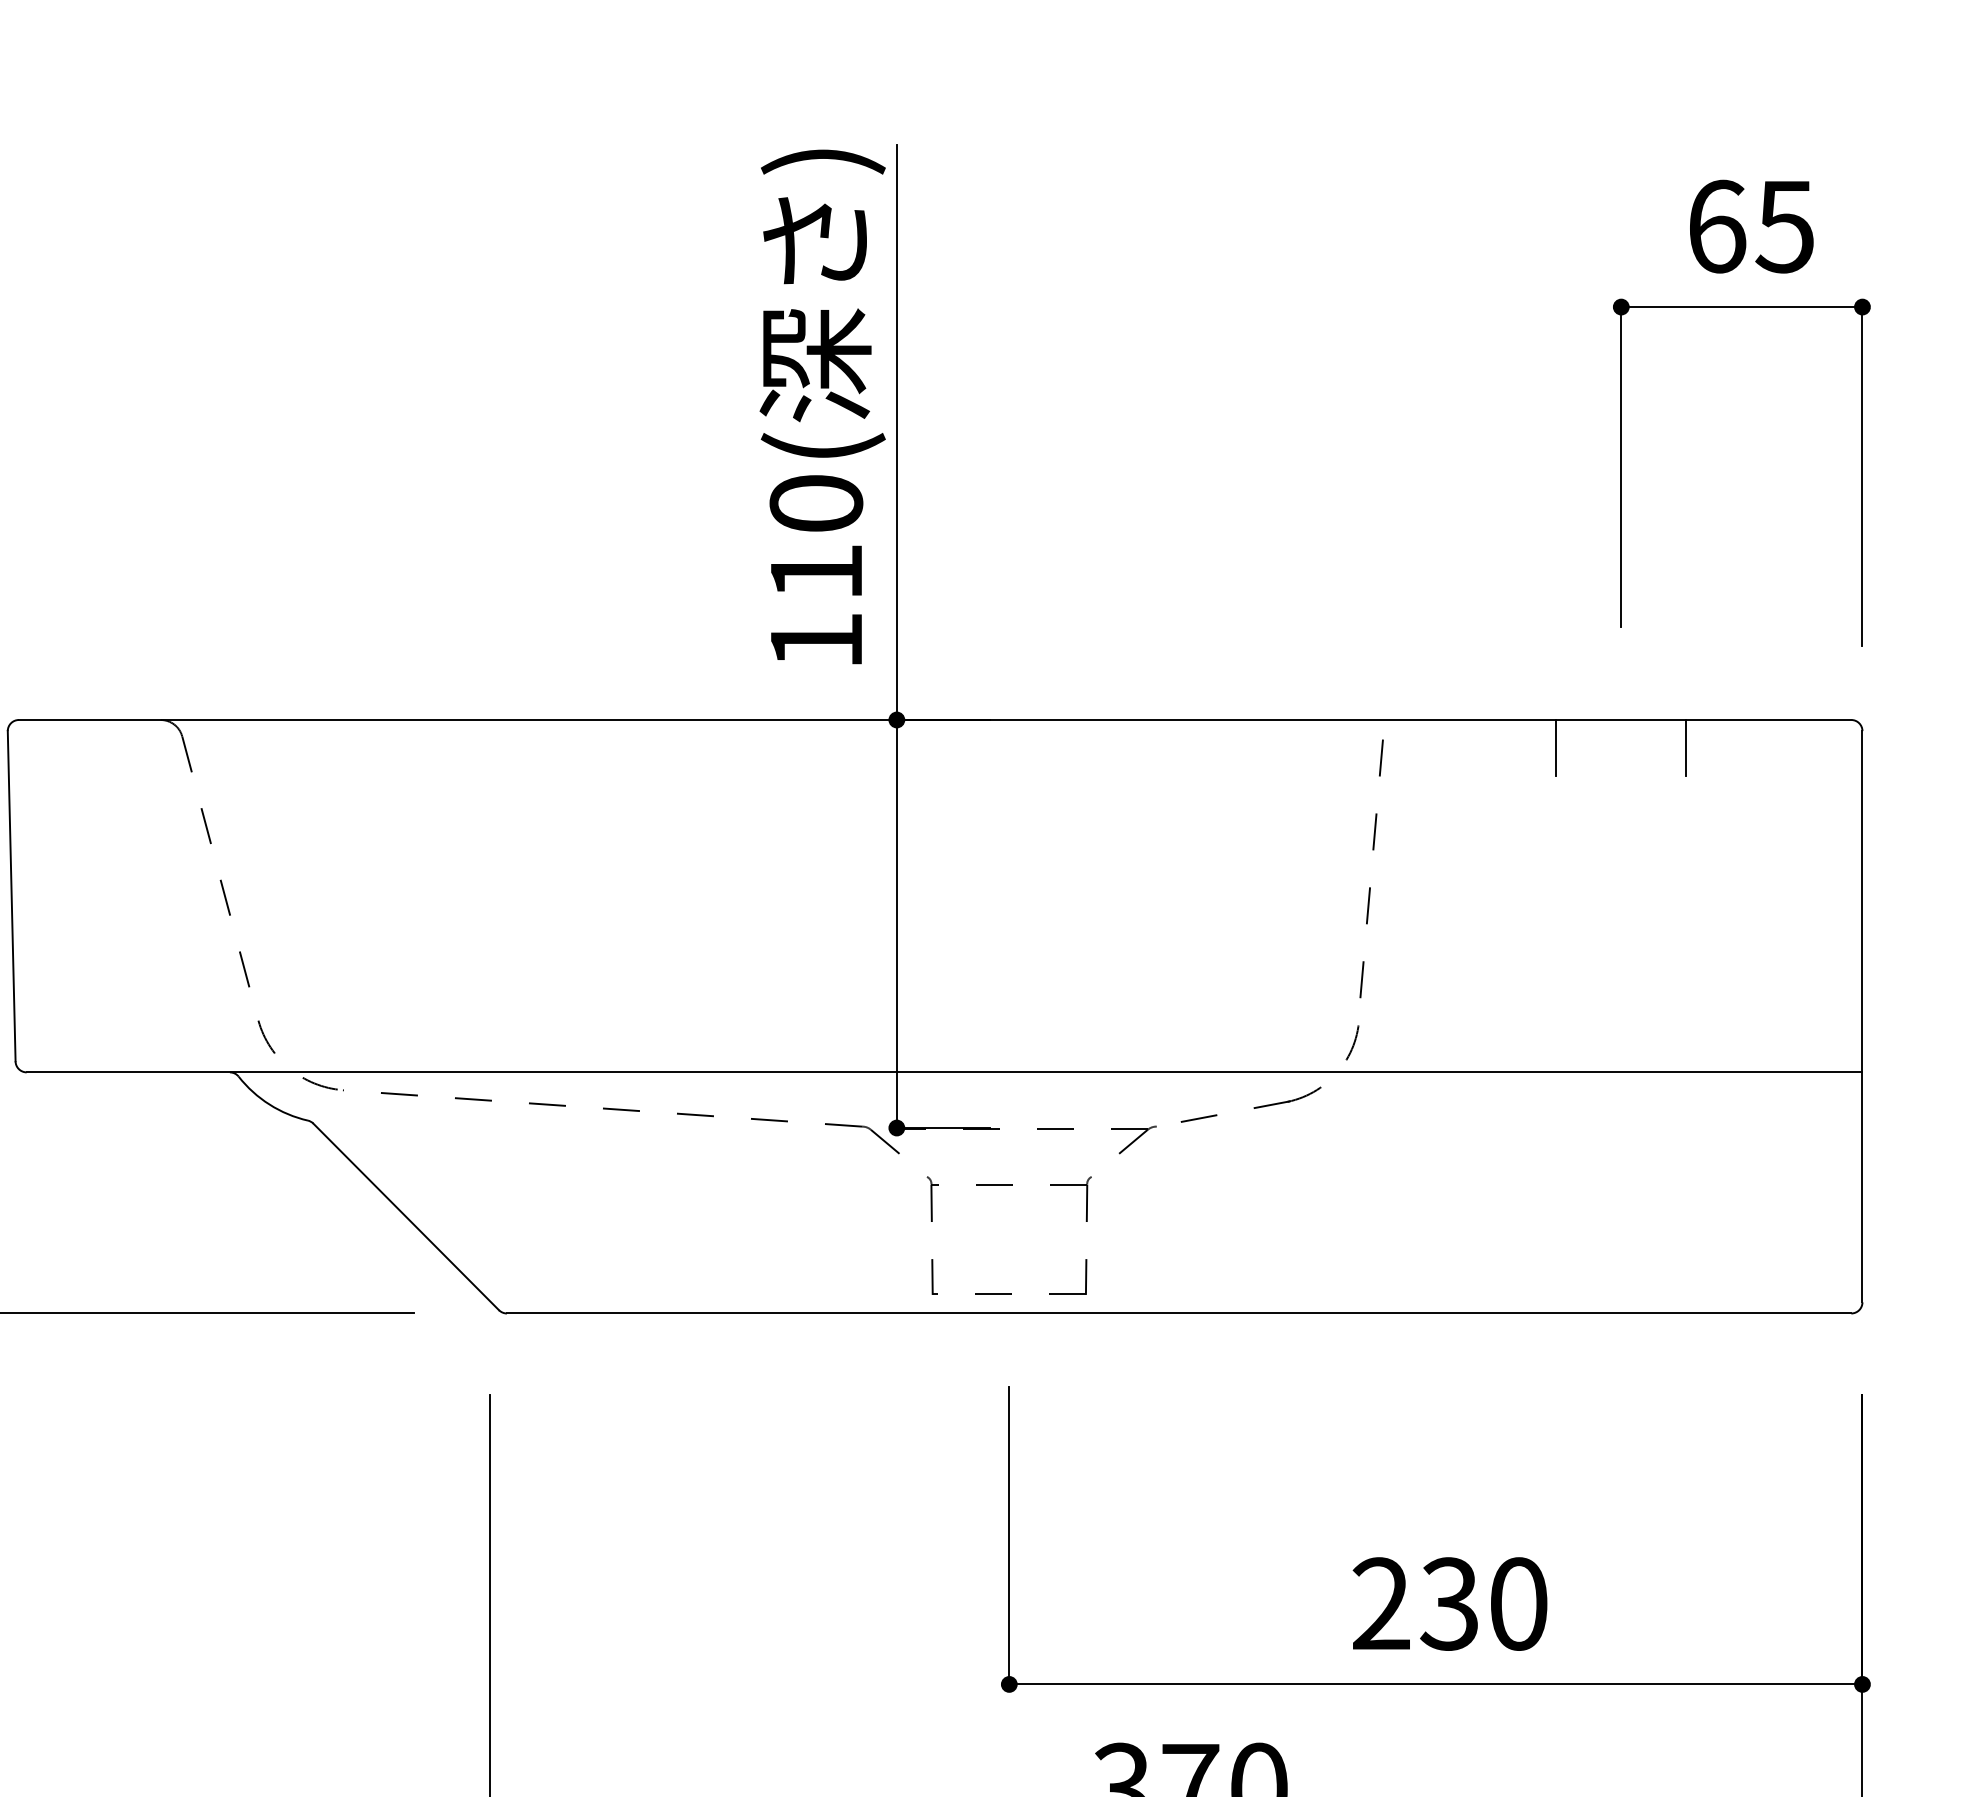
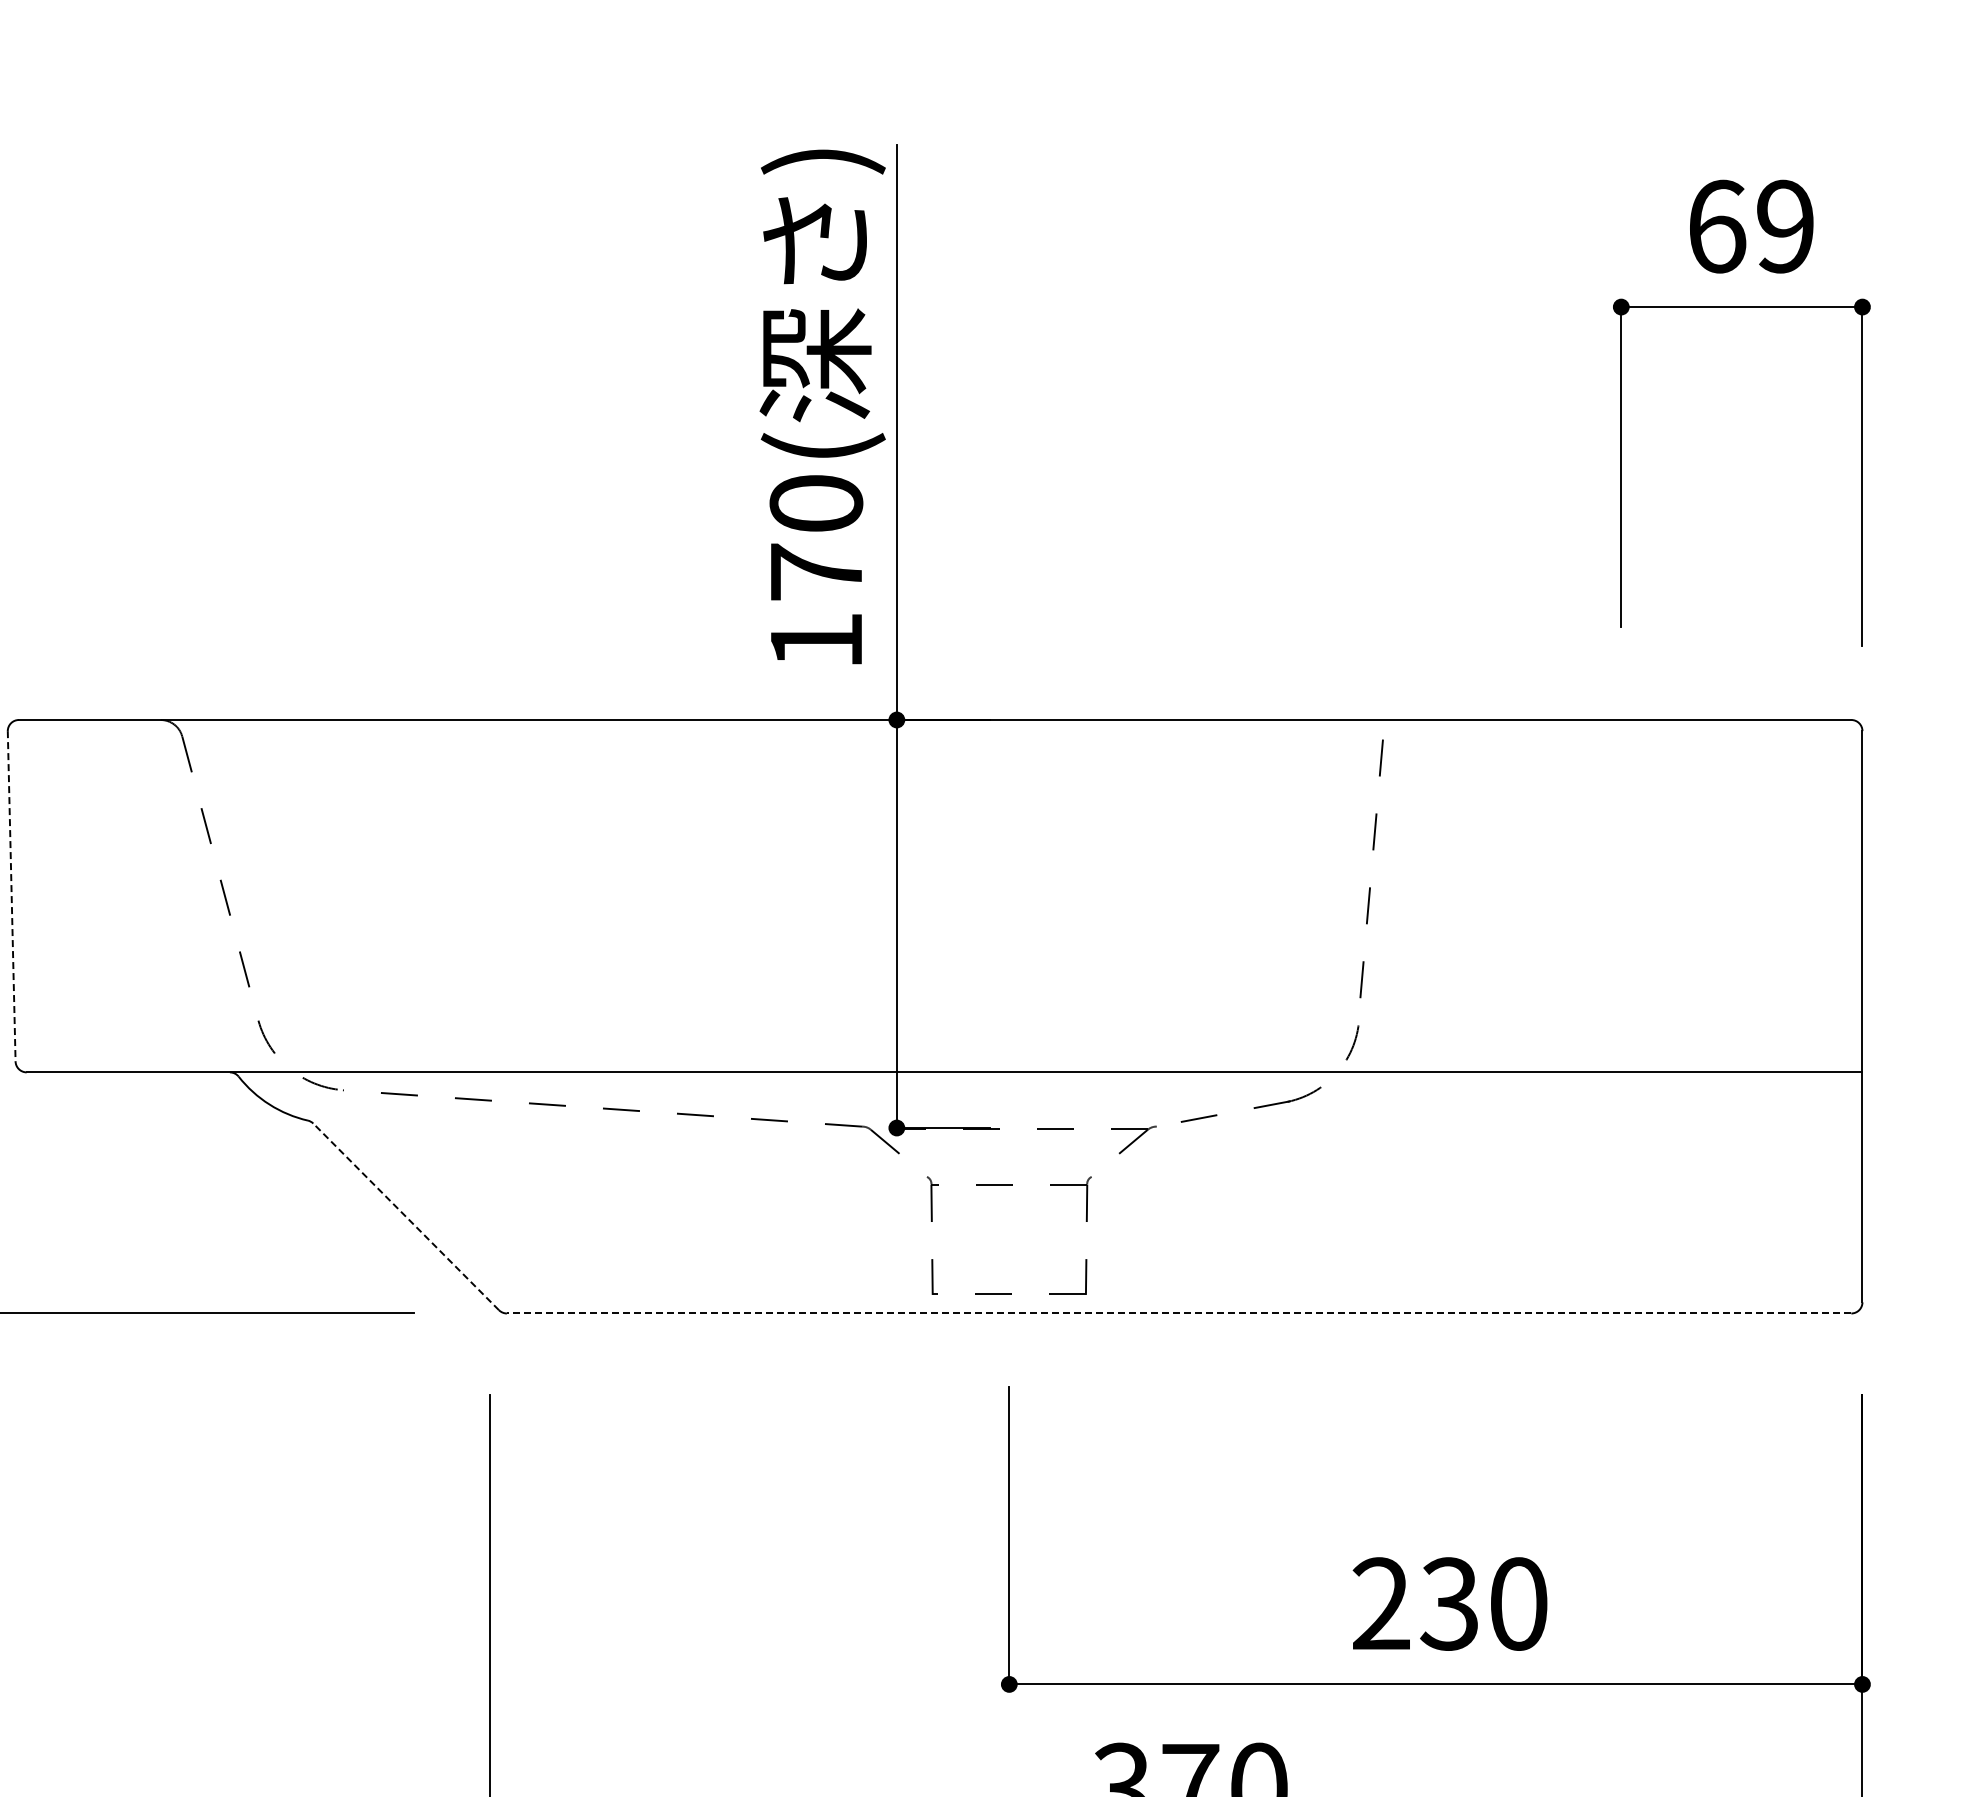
text at (1784, 226): 65 -> 69
text at (816, 571): 110( -> 170(
line at (1556, 747): present -> none
line at (1686, 747): present -> none
line at (11, 896): solid -> dashed
line at (406, 1216): solid -> dashed
line at (1178, 1313): solid -> dashed
